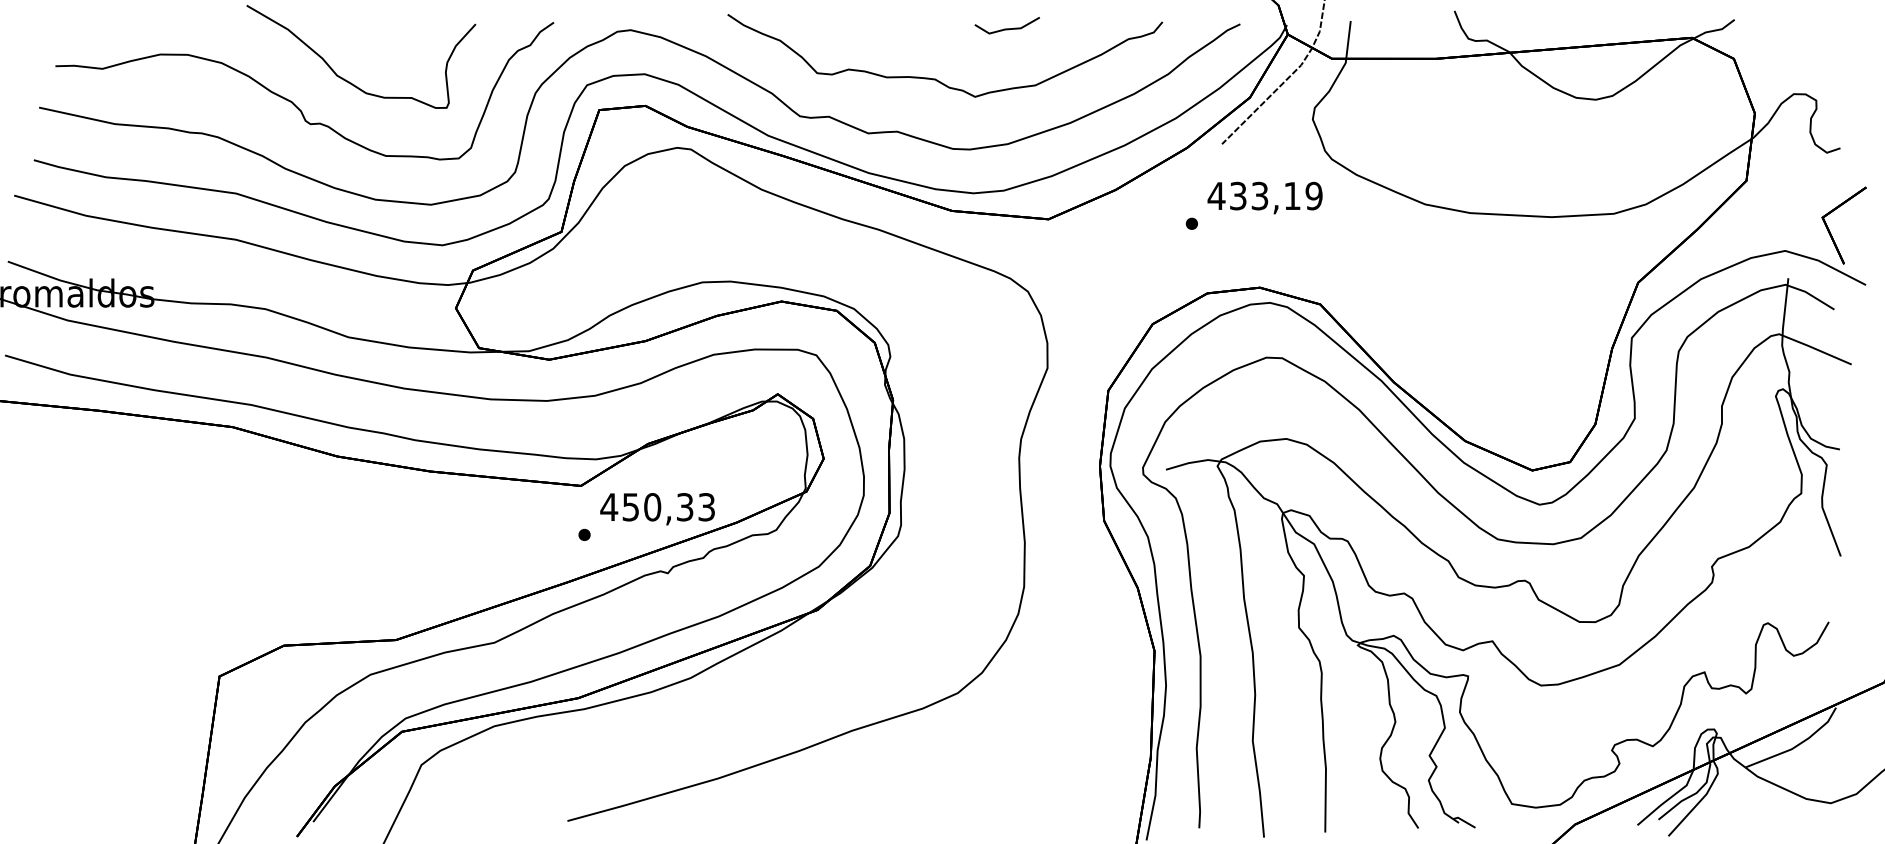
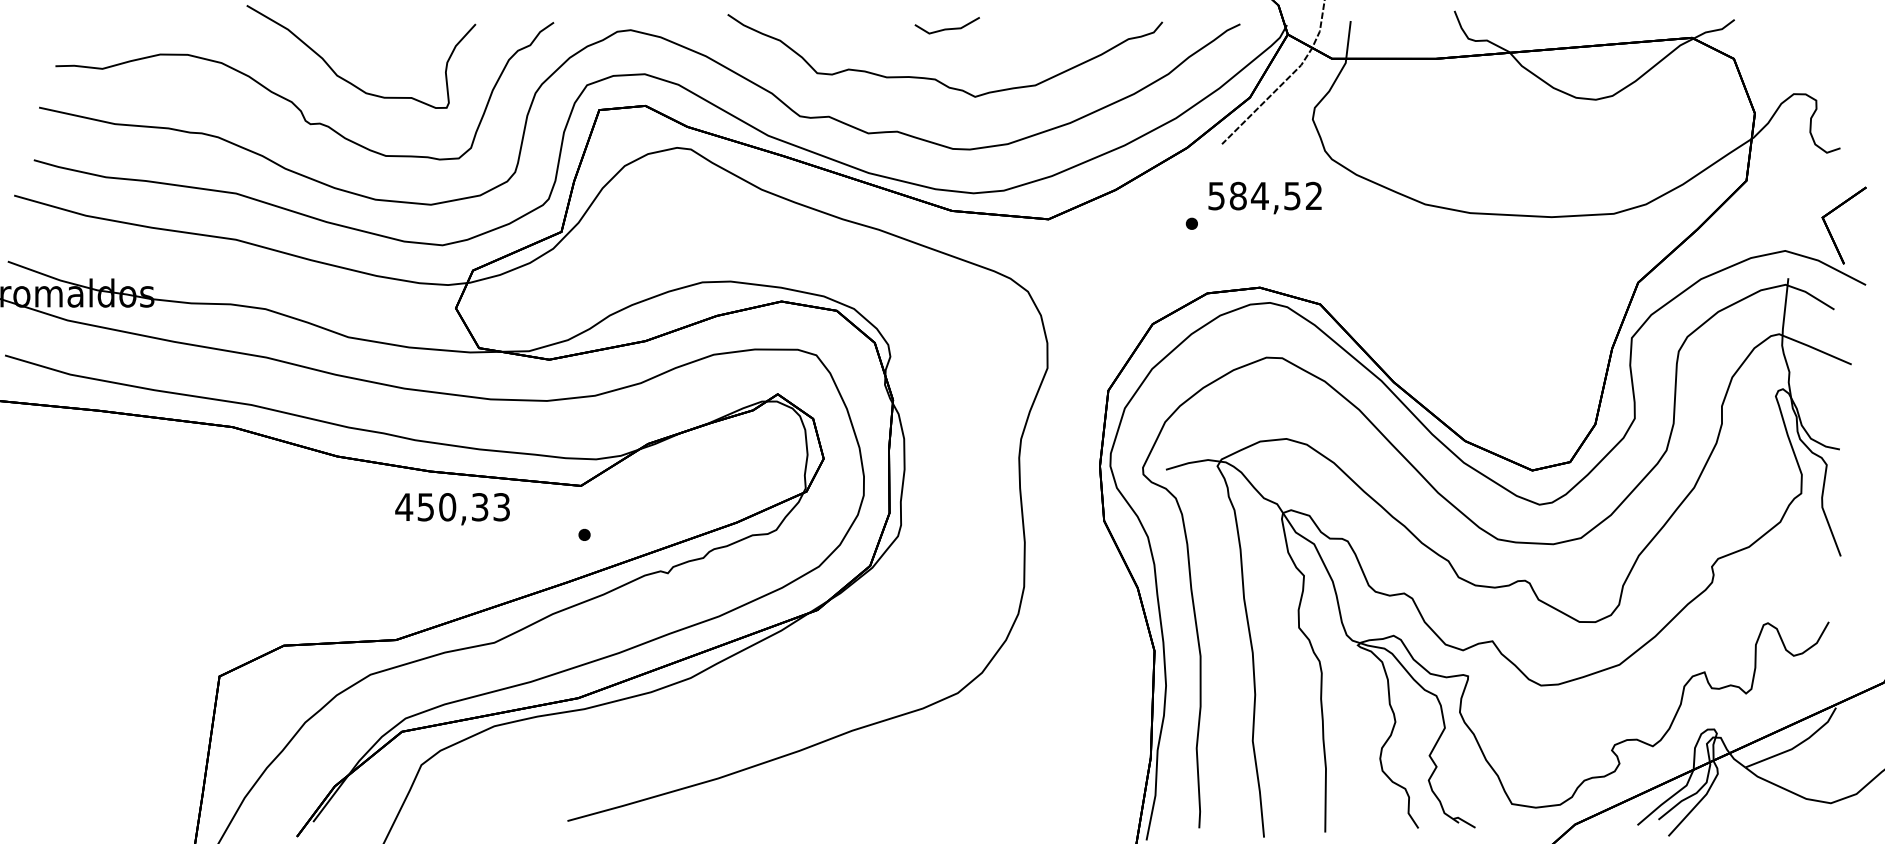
line at (1006, 28) position: (1006, 28) -> (946, 28)
text at (1264, 195): 433,19 -> 584,52
text at (657, 509) position: (657, 509) -> (452, 509)
